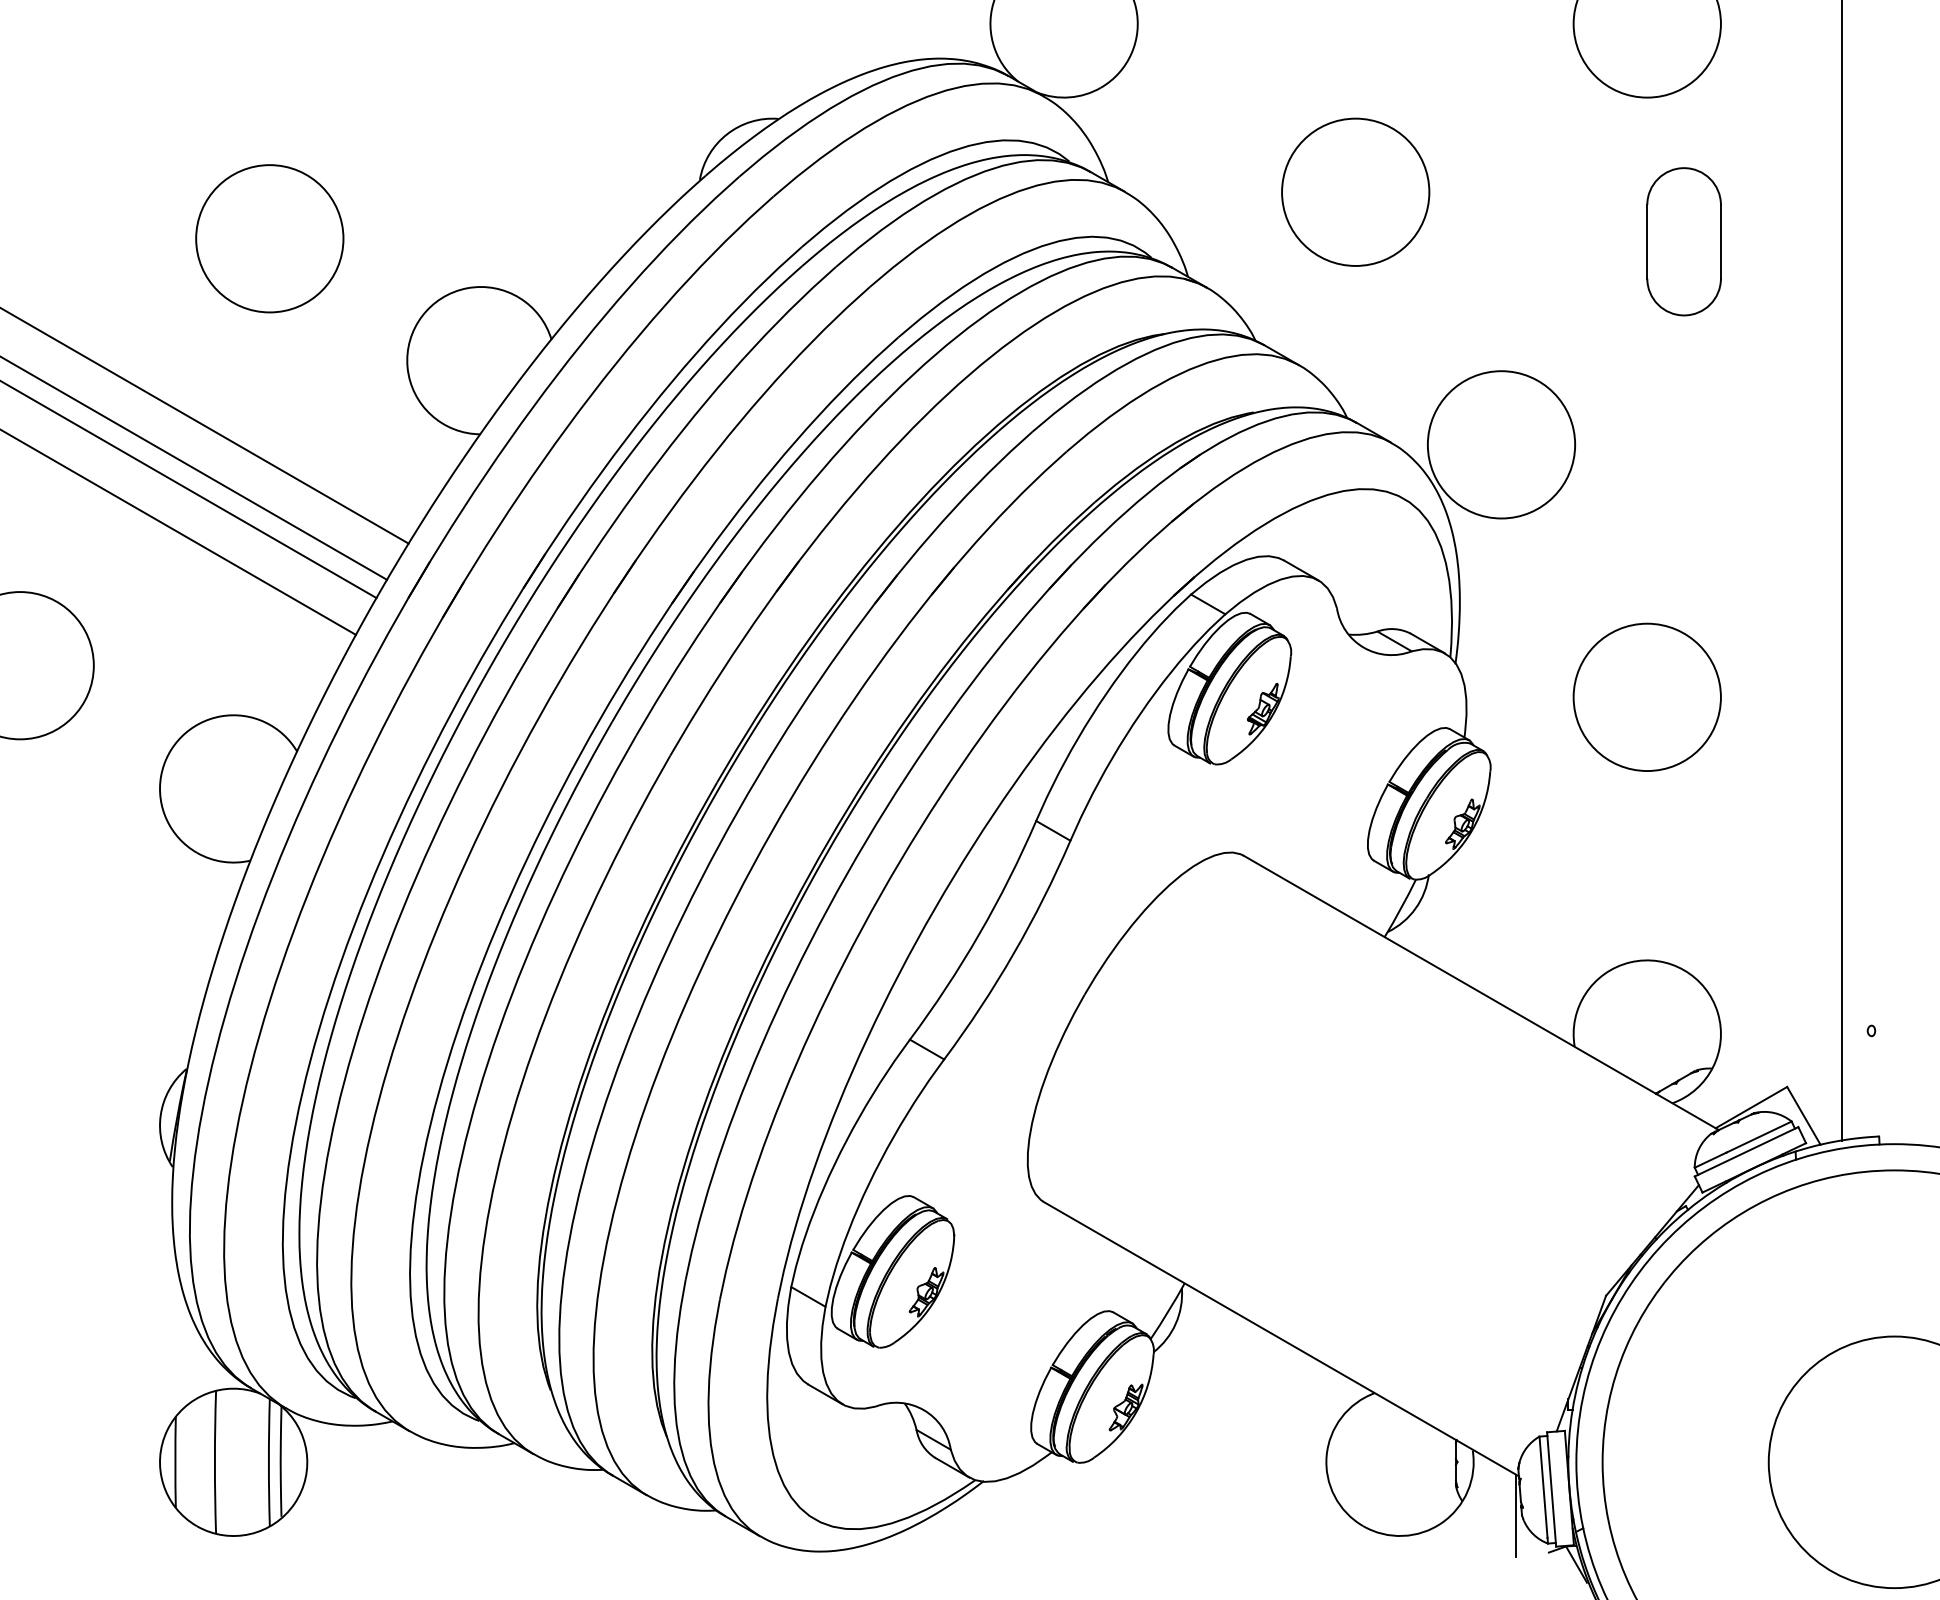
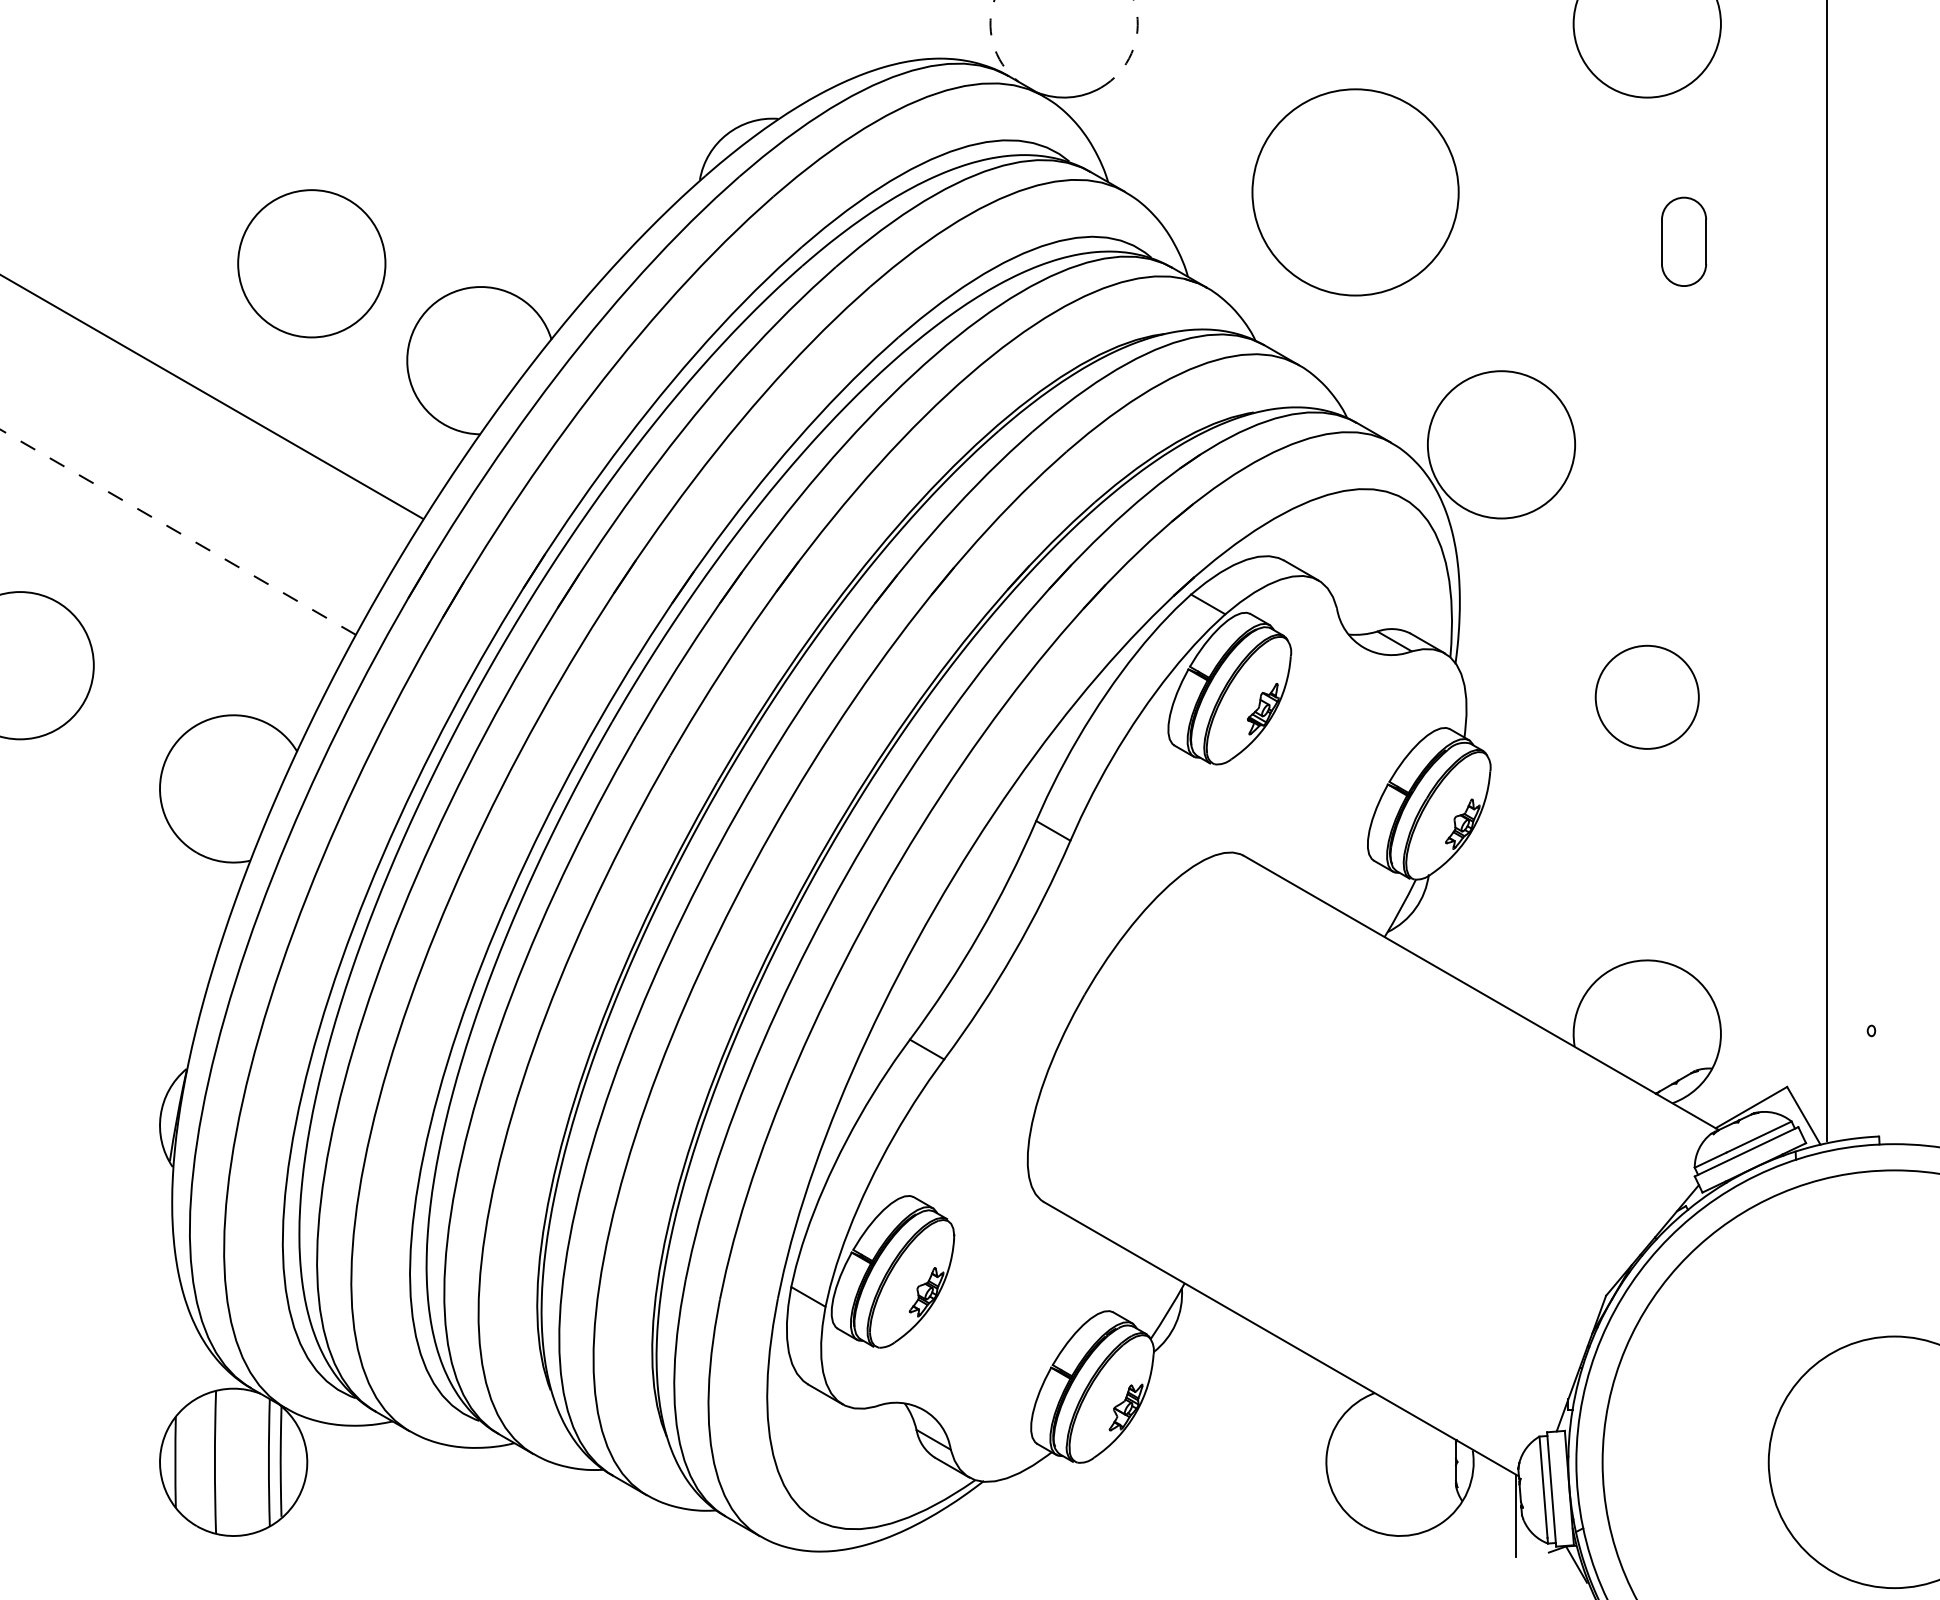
arc at (1135, 5): solid -> dashed
circle at (1355, 191) size: 150x150 px -> 209x209 px
circle at (269, 238) position: (269, 238) -> (311, 263)
part at (1683, 241) size: 76x150 px -> 47x91 px
line at (205, 426) position: (205, 426) -> (212, 397)
line at (194, 468): present -> none
line at (189, 490): present -> none
line at (177, 531): solid -> dashed
line at (1841, 571) position: (1841, 571) -> (1826, 571)
circle at (1646, 697) diameter: 147 px -> 103 px
